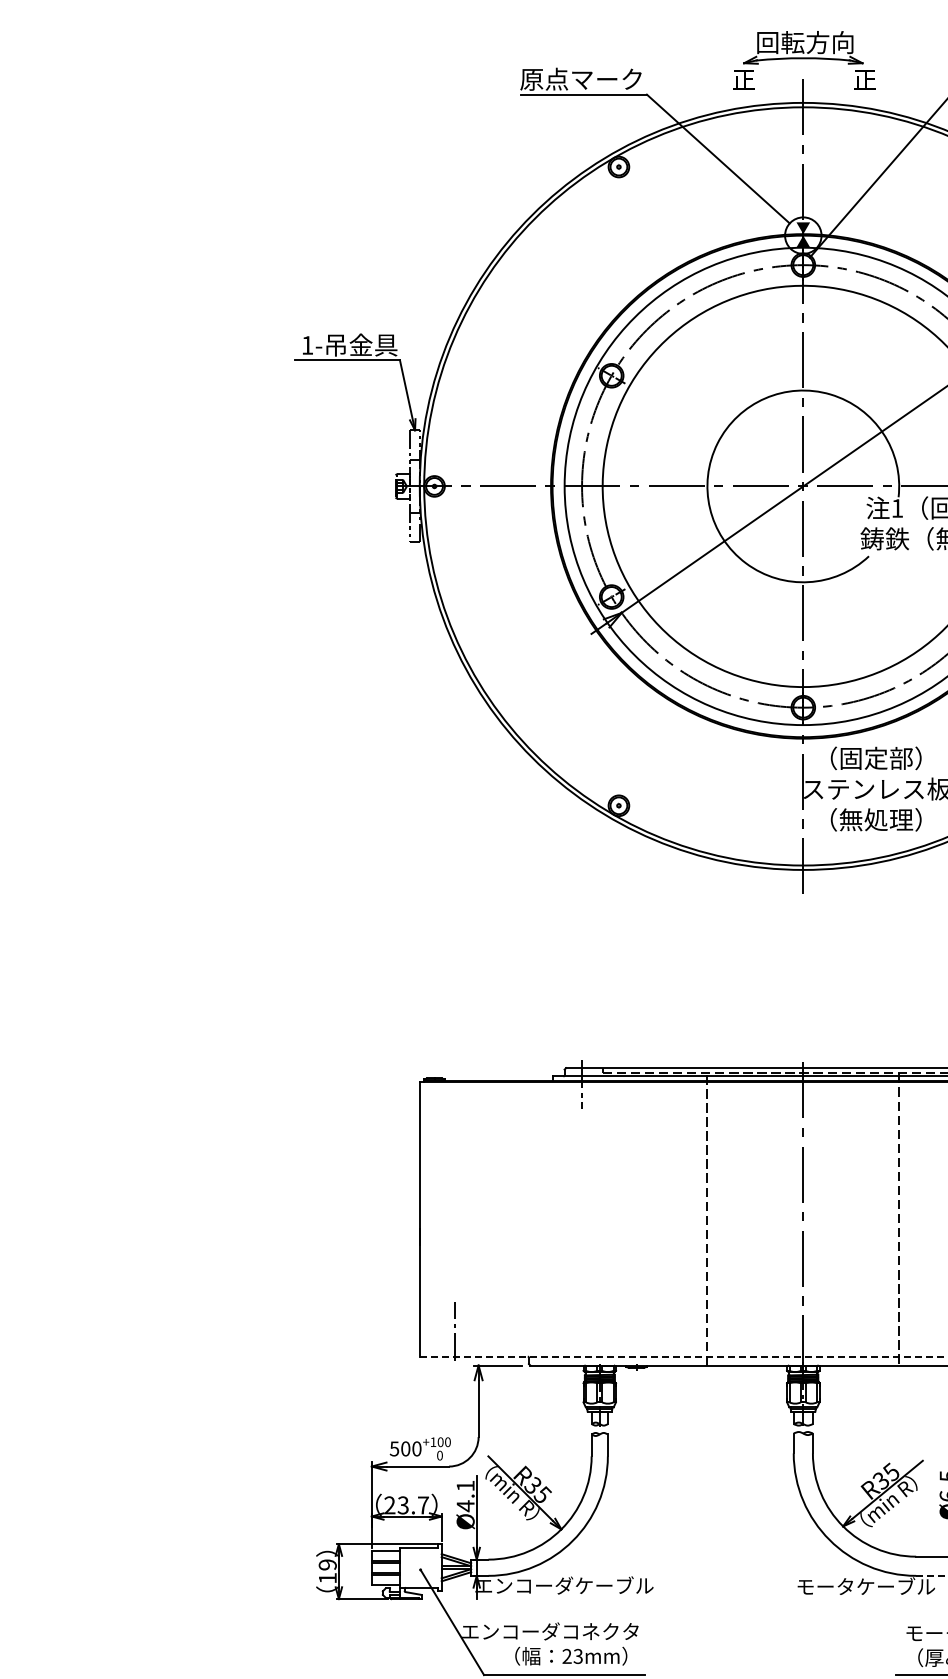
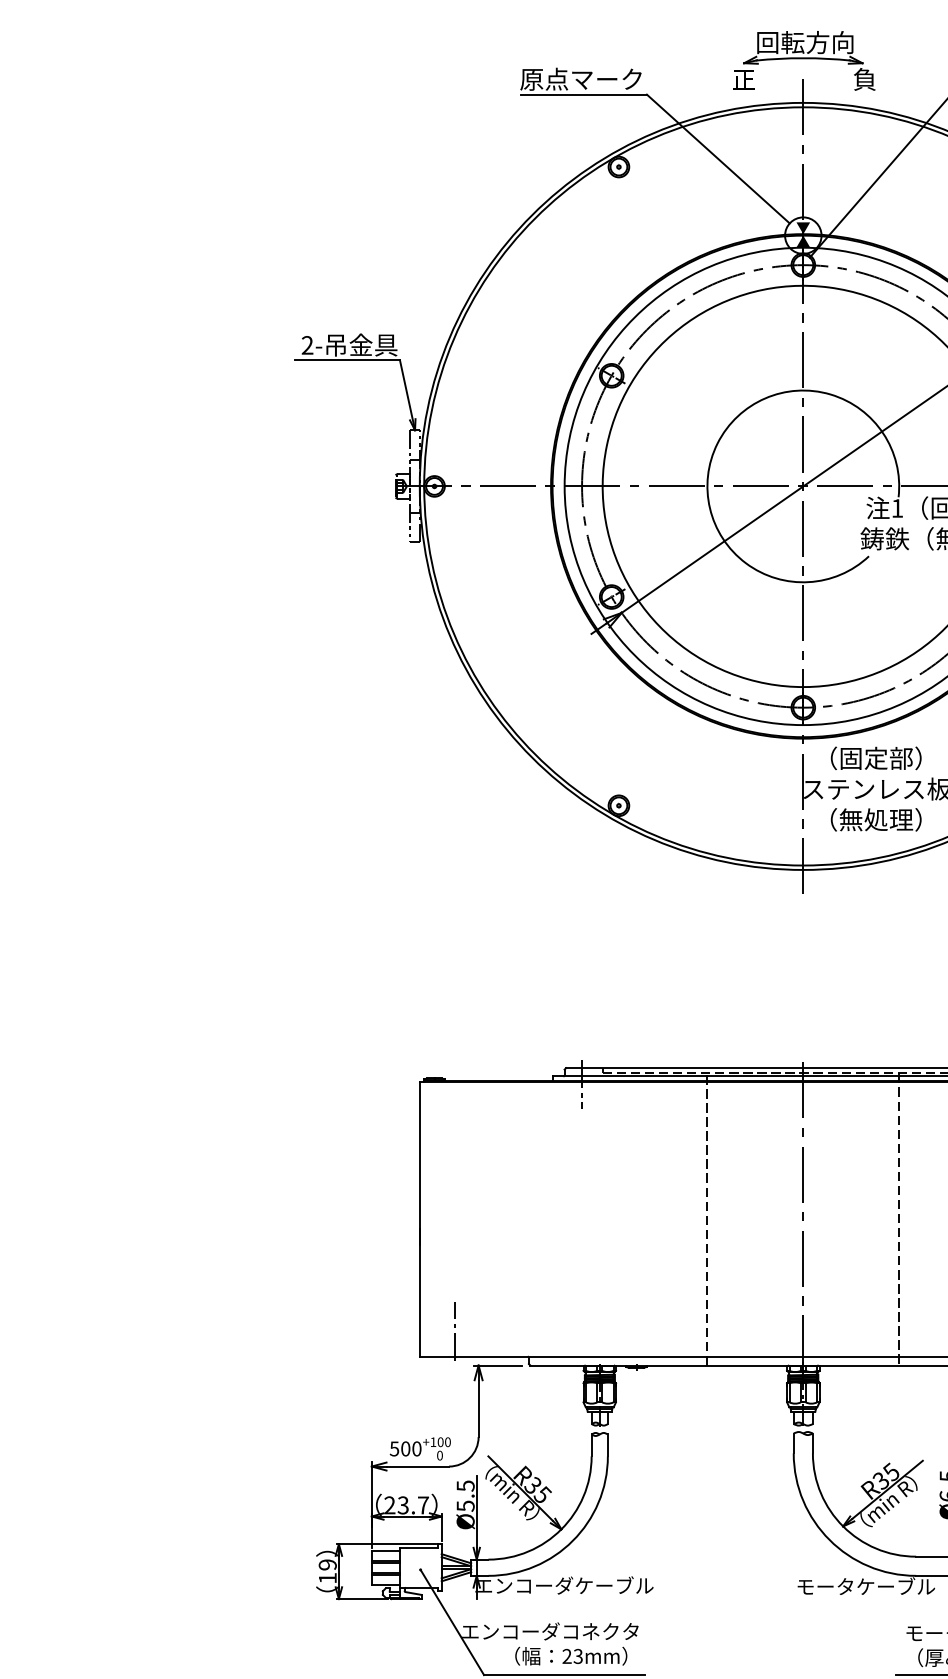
text at (864, 79): 正 -> 負
text at (307, 345): 1- -> 2-
line at (683, 1356): dashed -> solid
text at (465, 1496): Ø4.1 -> Ø5.5
line at (932, 1575): dashed -> solid
